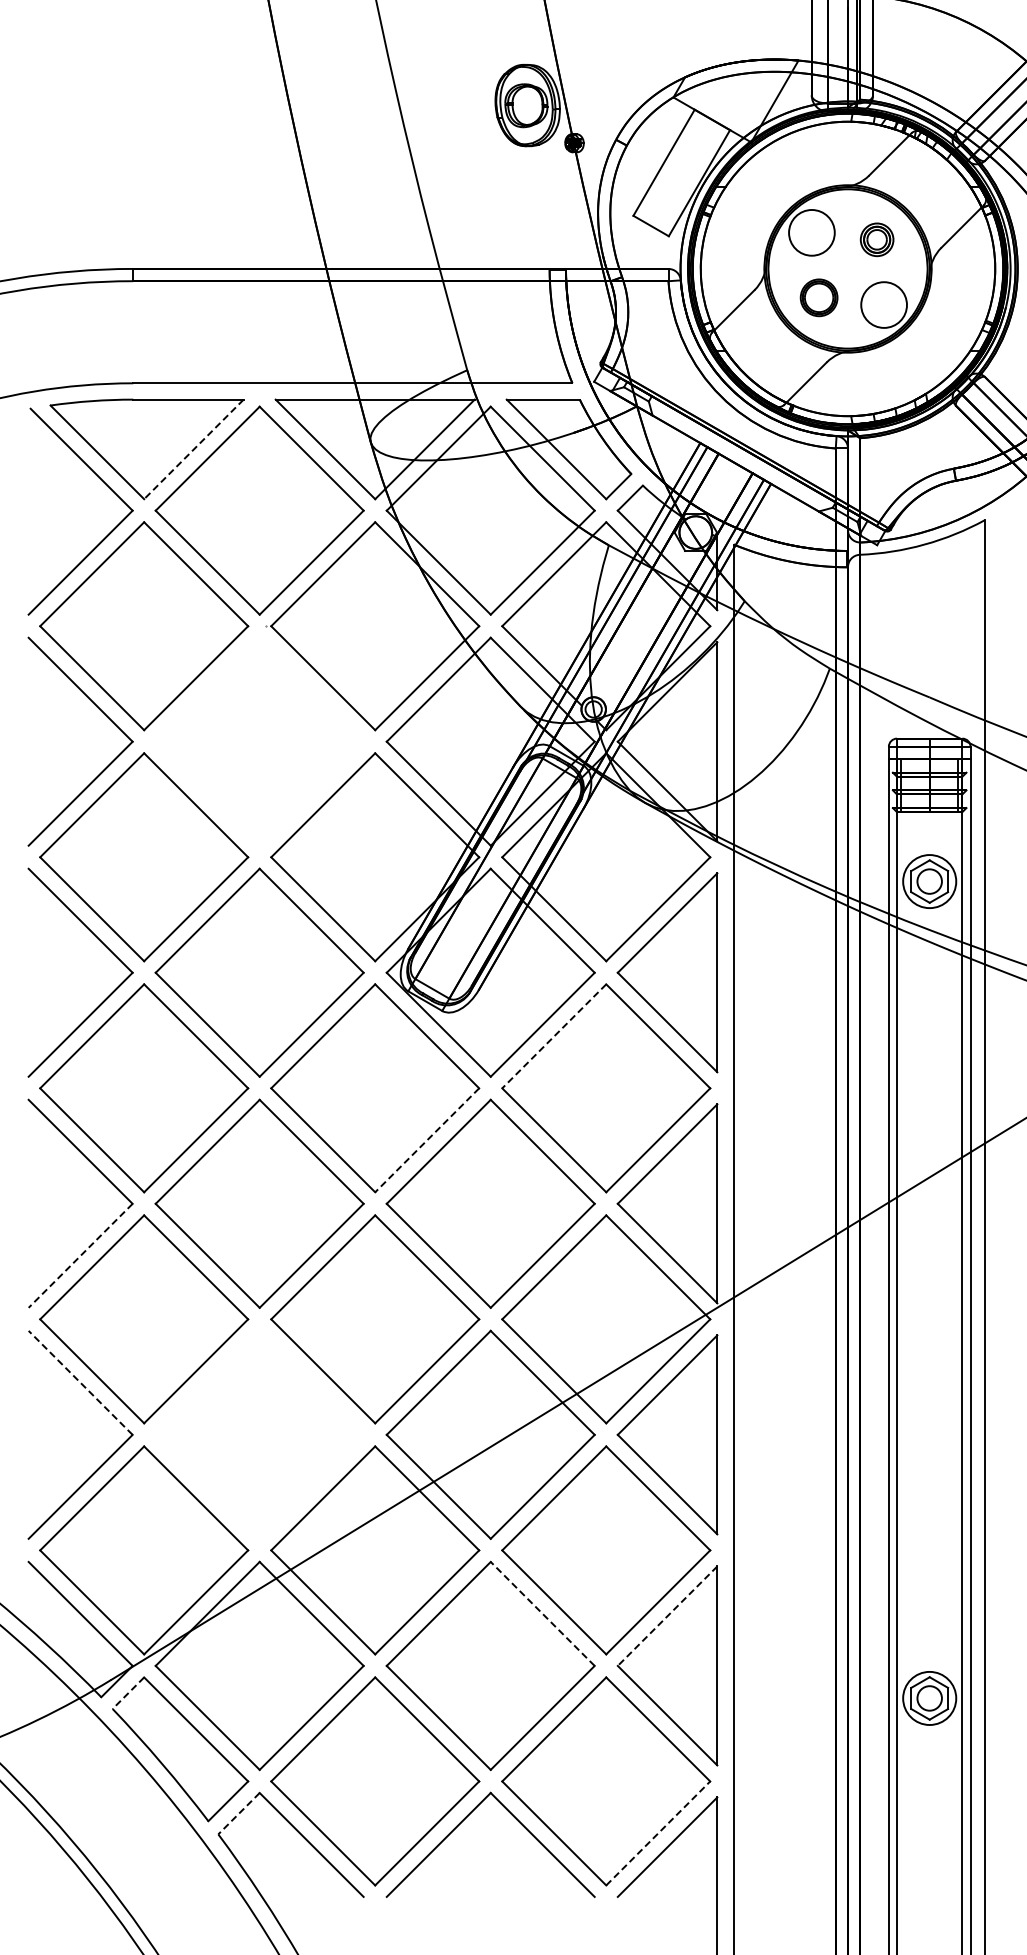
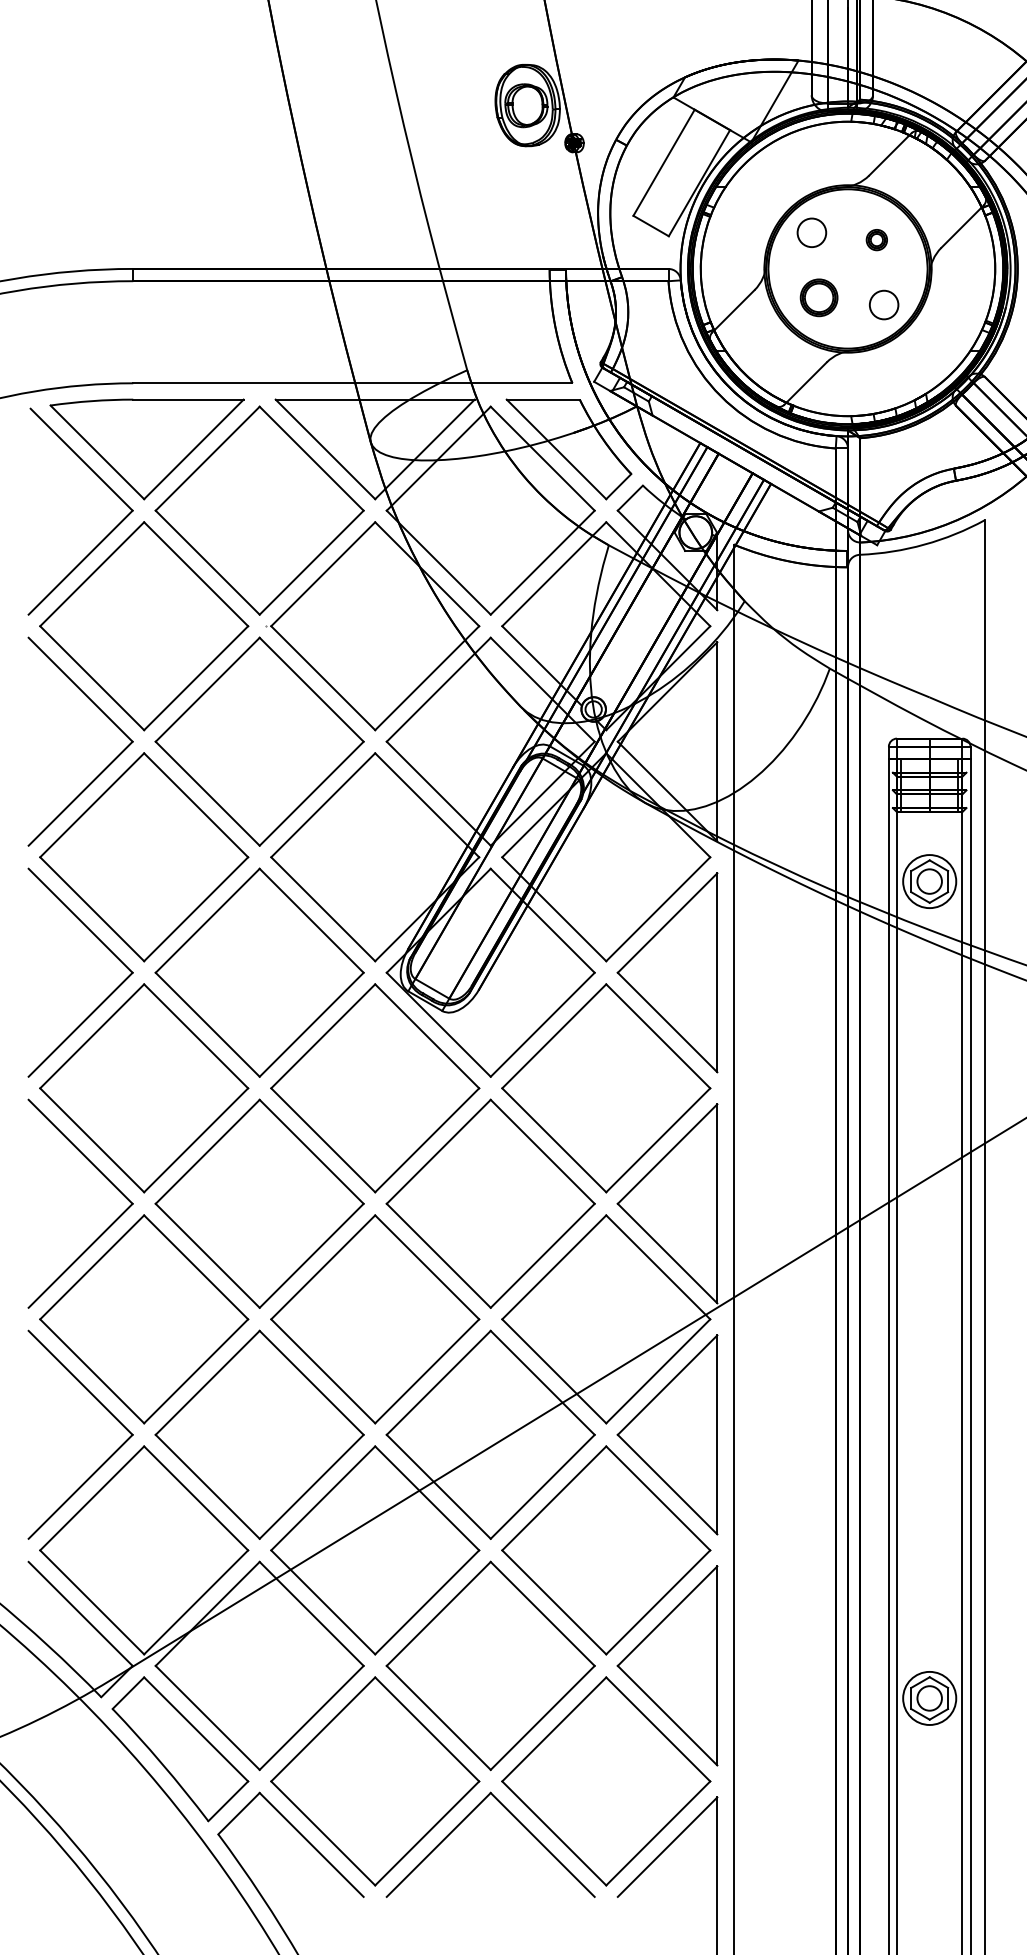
circle at (811, 232) diameter: 46 px -> 29 px
part at (876, 239) size: 36x36 px -> 23x23 px
circle at (883, 304) diameter: 46 px -> 29 px
line at (193, 449): dashed -> solid
part at (259, 741): none -> present
line at (554, 1036): dashed -> solid
line at (427, 1140): dashed -> solid
line at (80, 1255): dashed -> solid
line at (80, 1382): dashed -> solid
part at (259, 1434): none -> present
line at (542, 1613): dashed -> solid
line at (667, 1616): dashed -> solid
line at (128, 1693): dashed -> solid
line at (238, 1814): dashed -> solid
line at (658, 1833): dashed -> solid
